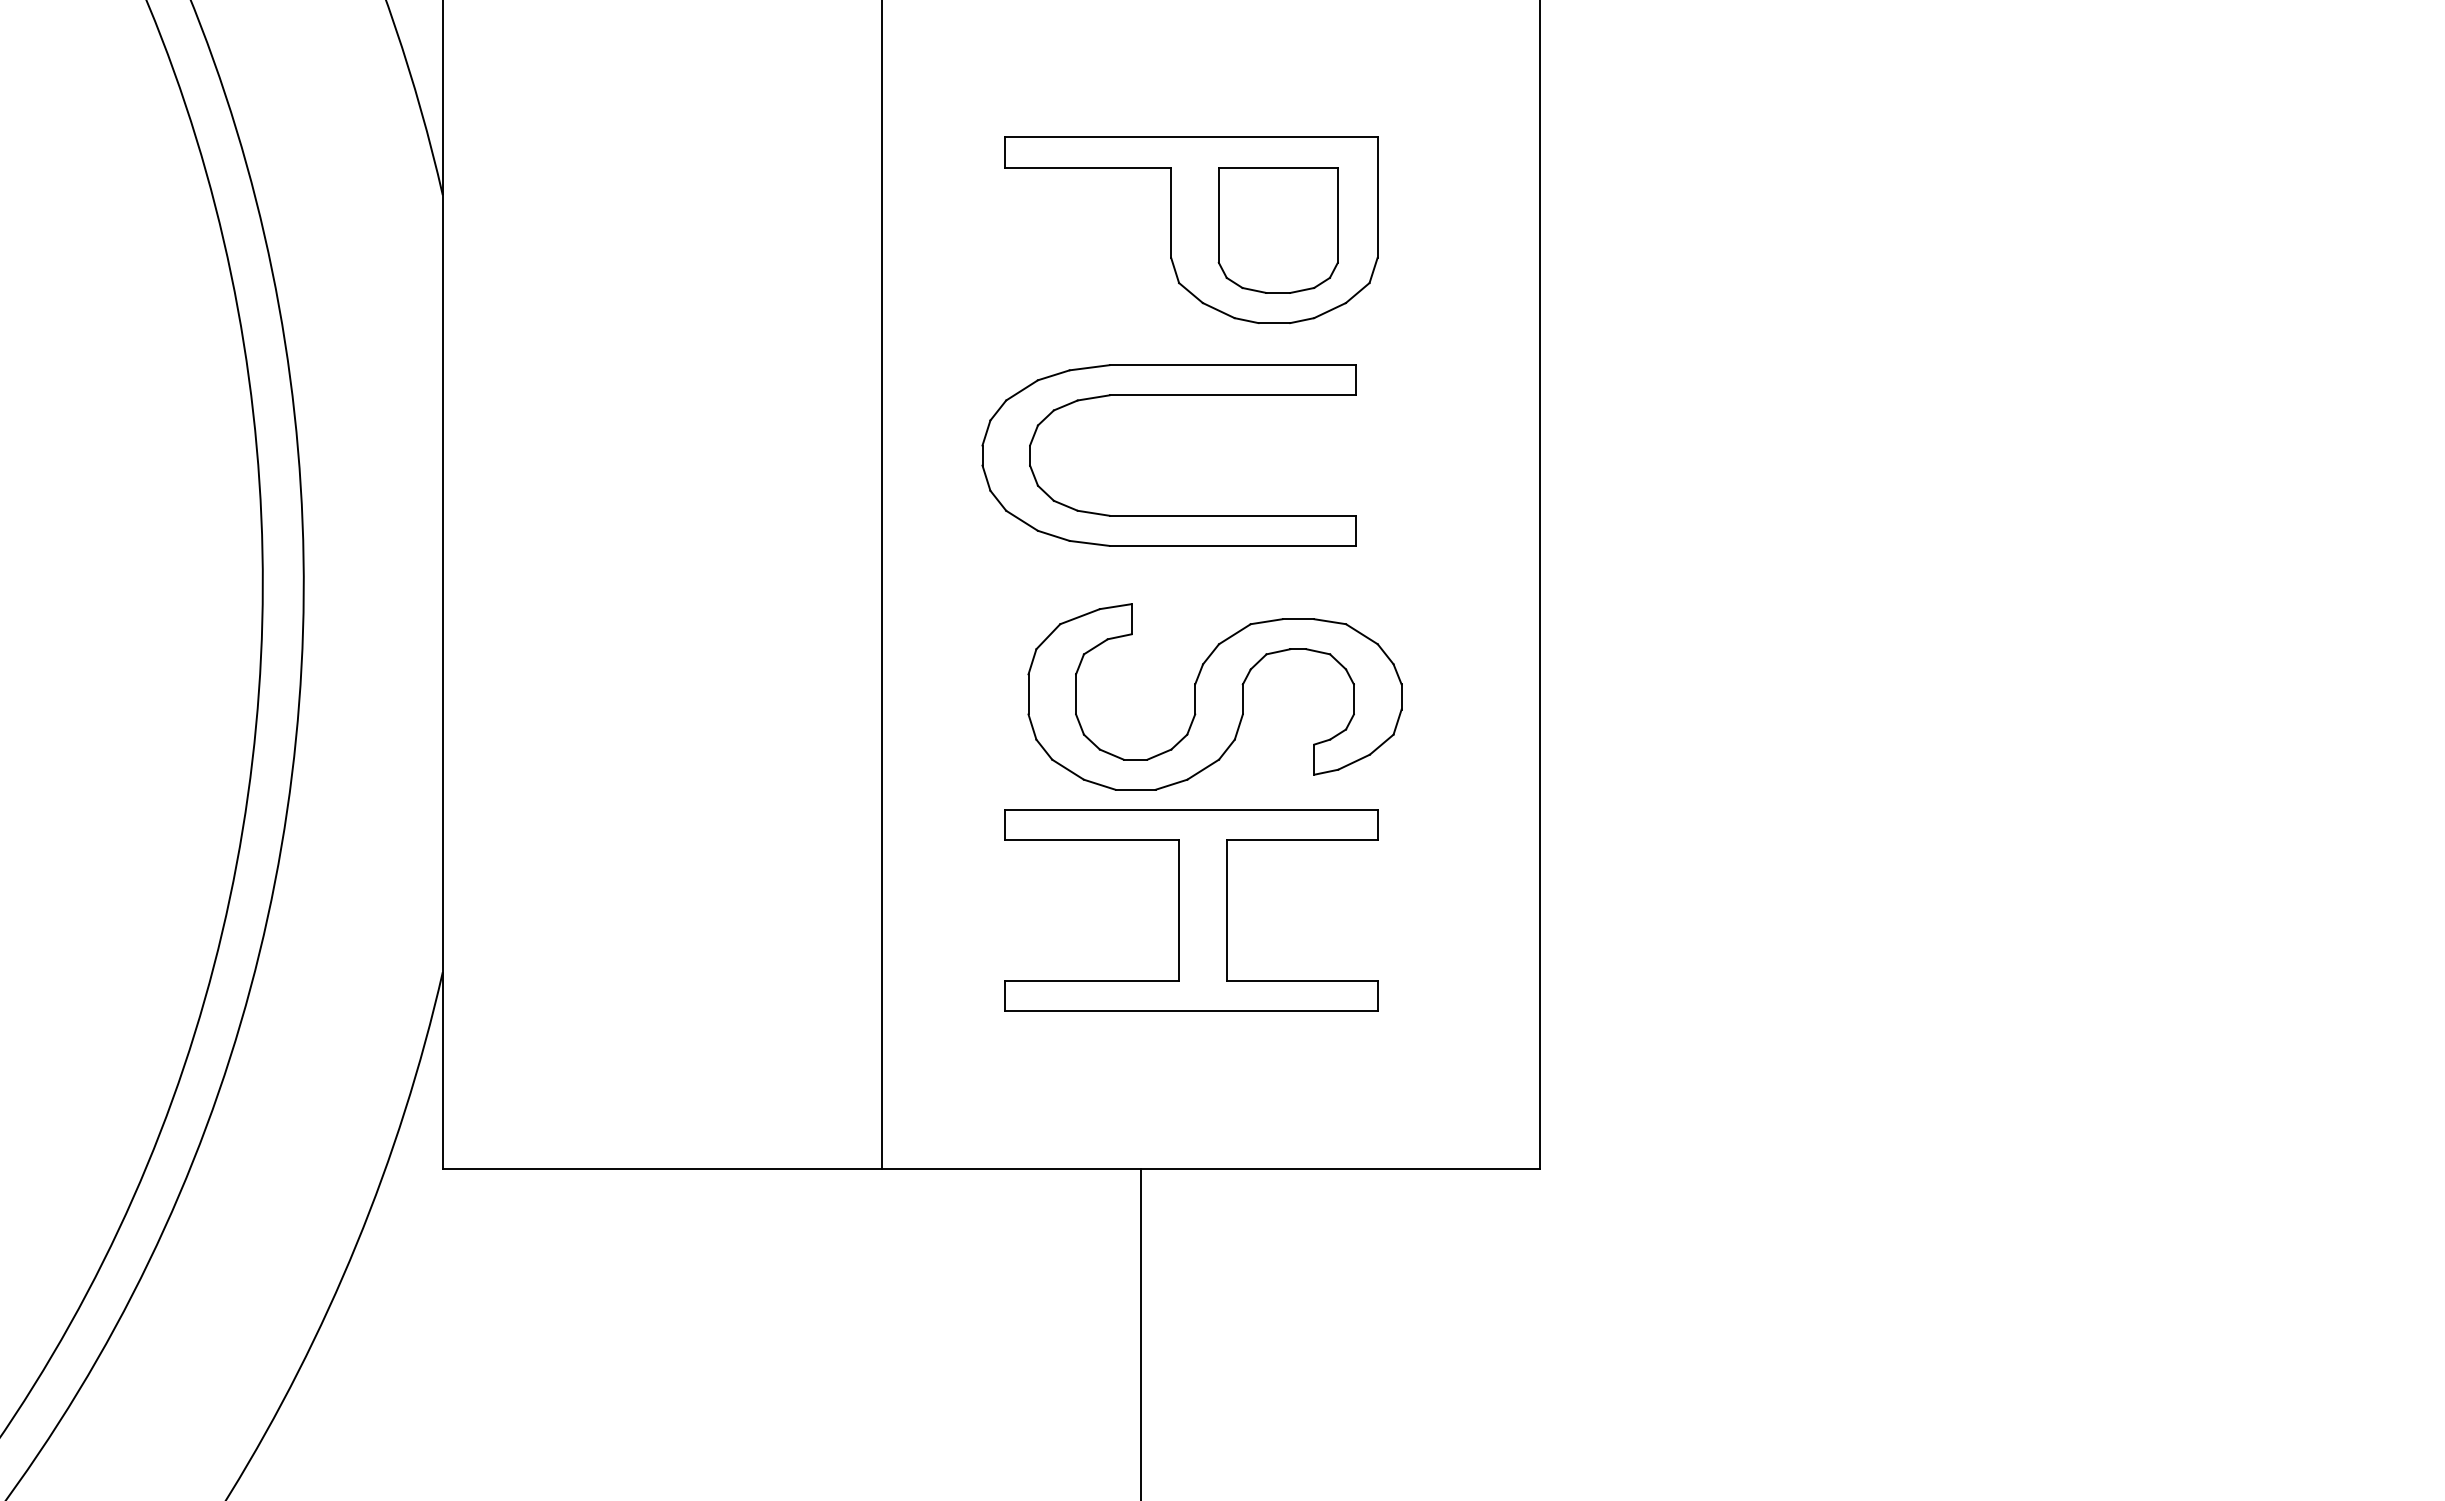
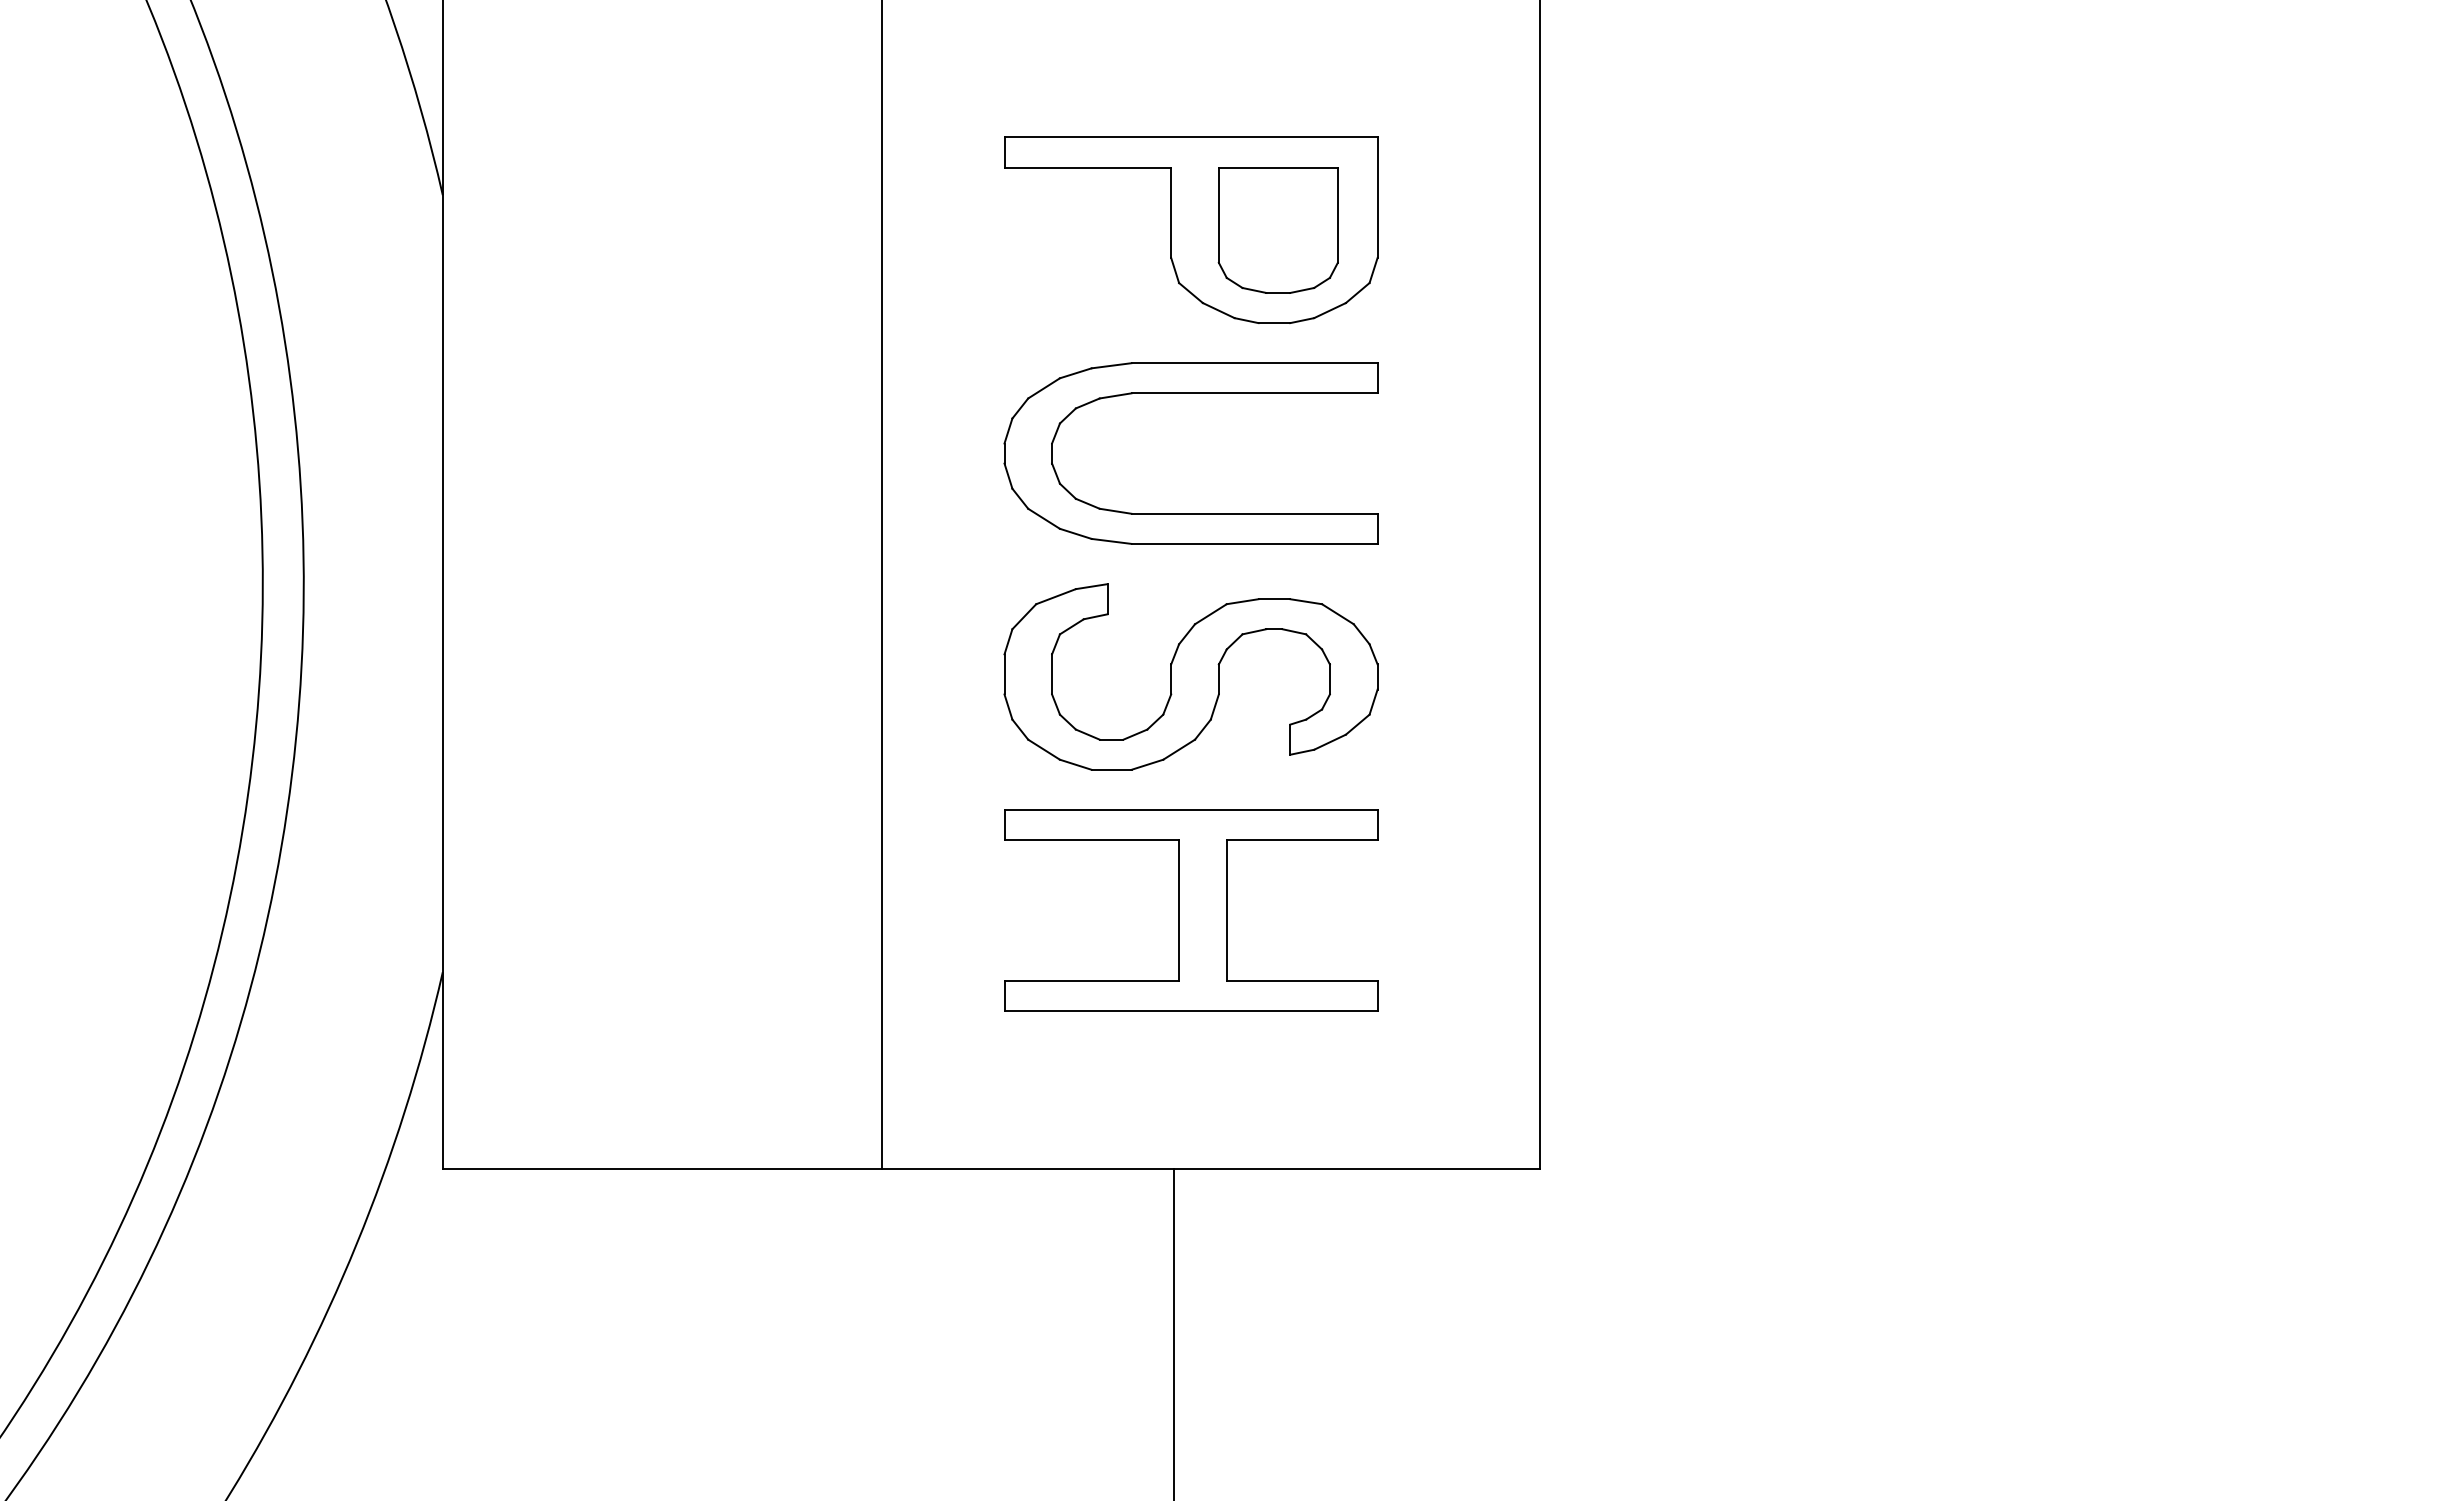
part at (1168, 395) position: (1168, 395) -> (1190, 393)
part at (1214, 696) position: (1214, 696) -> (1190, 676)
line at (1141, 1332) position: (1141, 1332) -> (1174, 1332)
